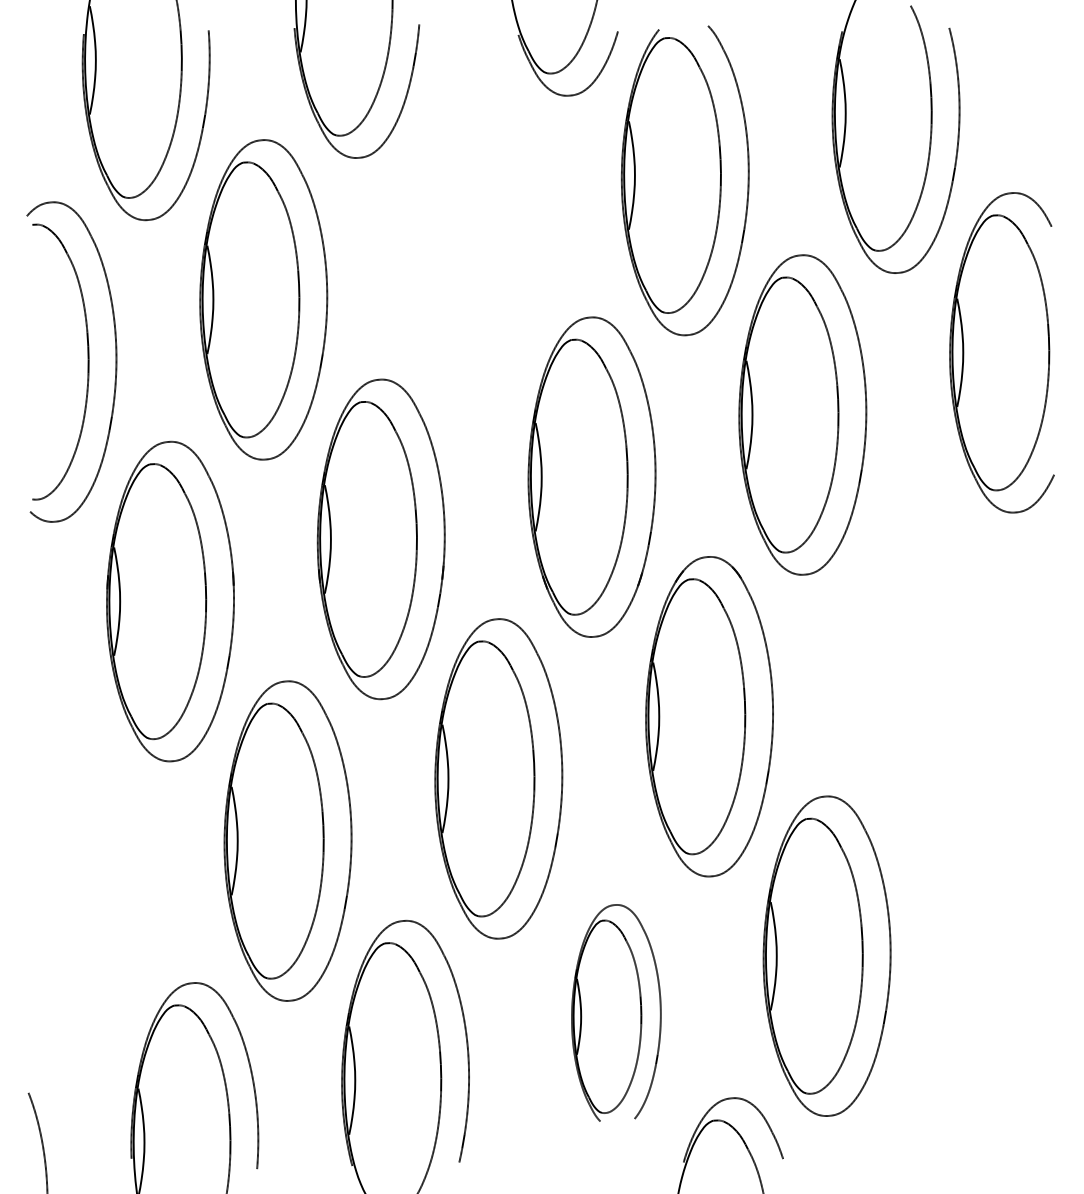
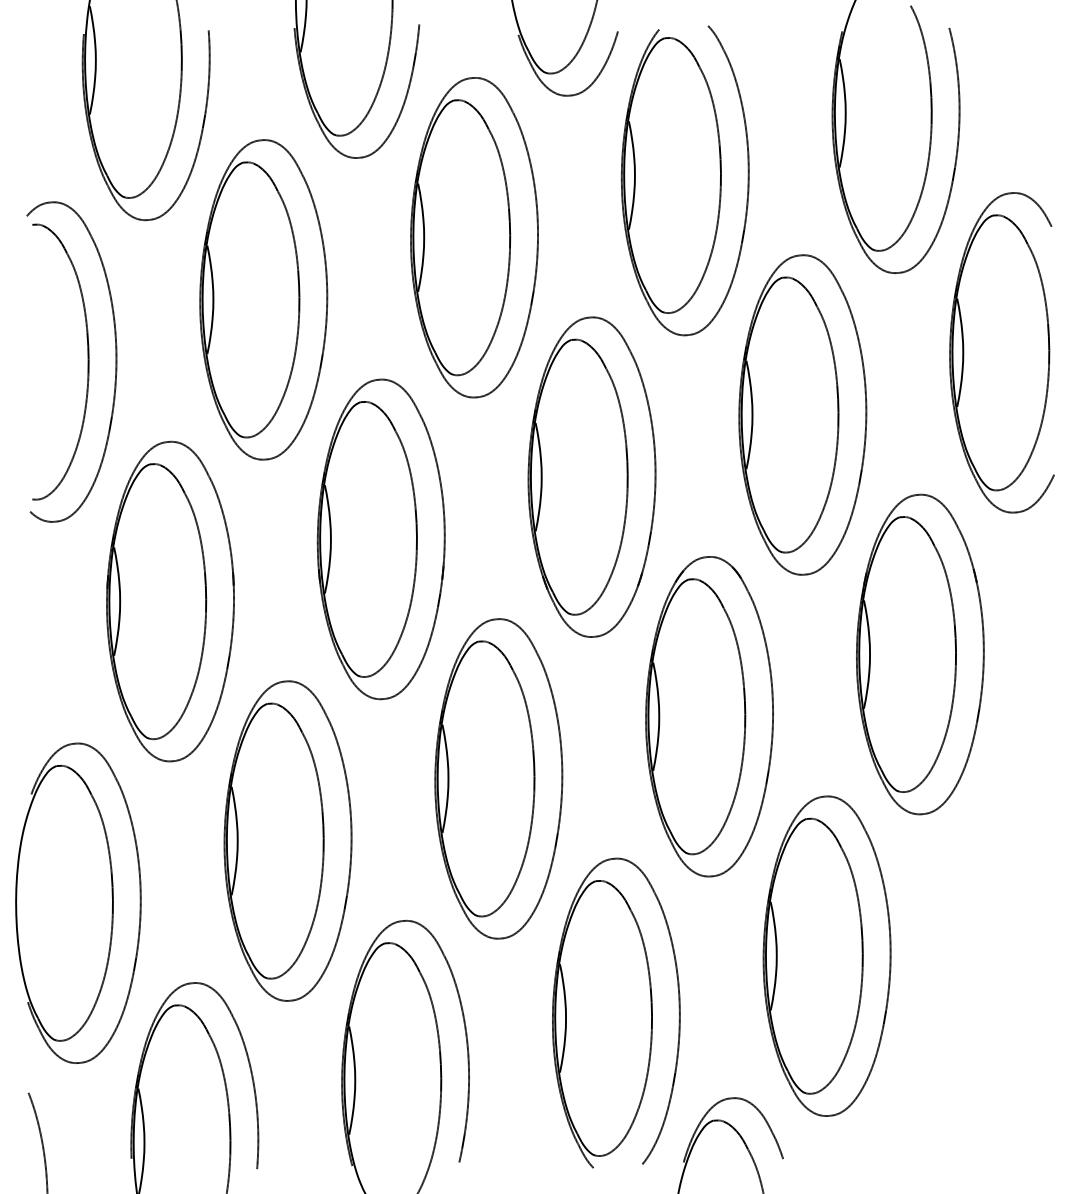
part at (474, 237): none -> present
part at (920, 654): none -> present
part at (78, 902): none -> present
part at (616, 1012) size: 91x218 px -> 129x312 px
